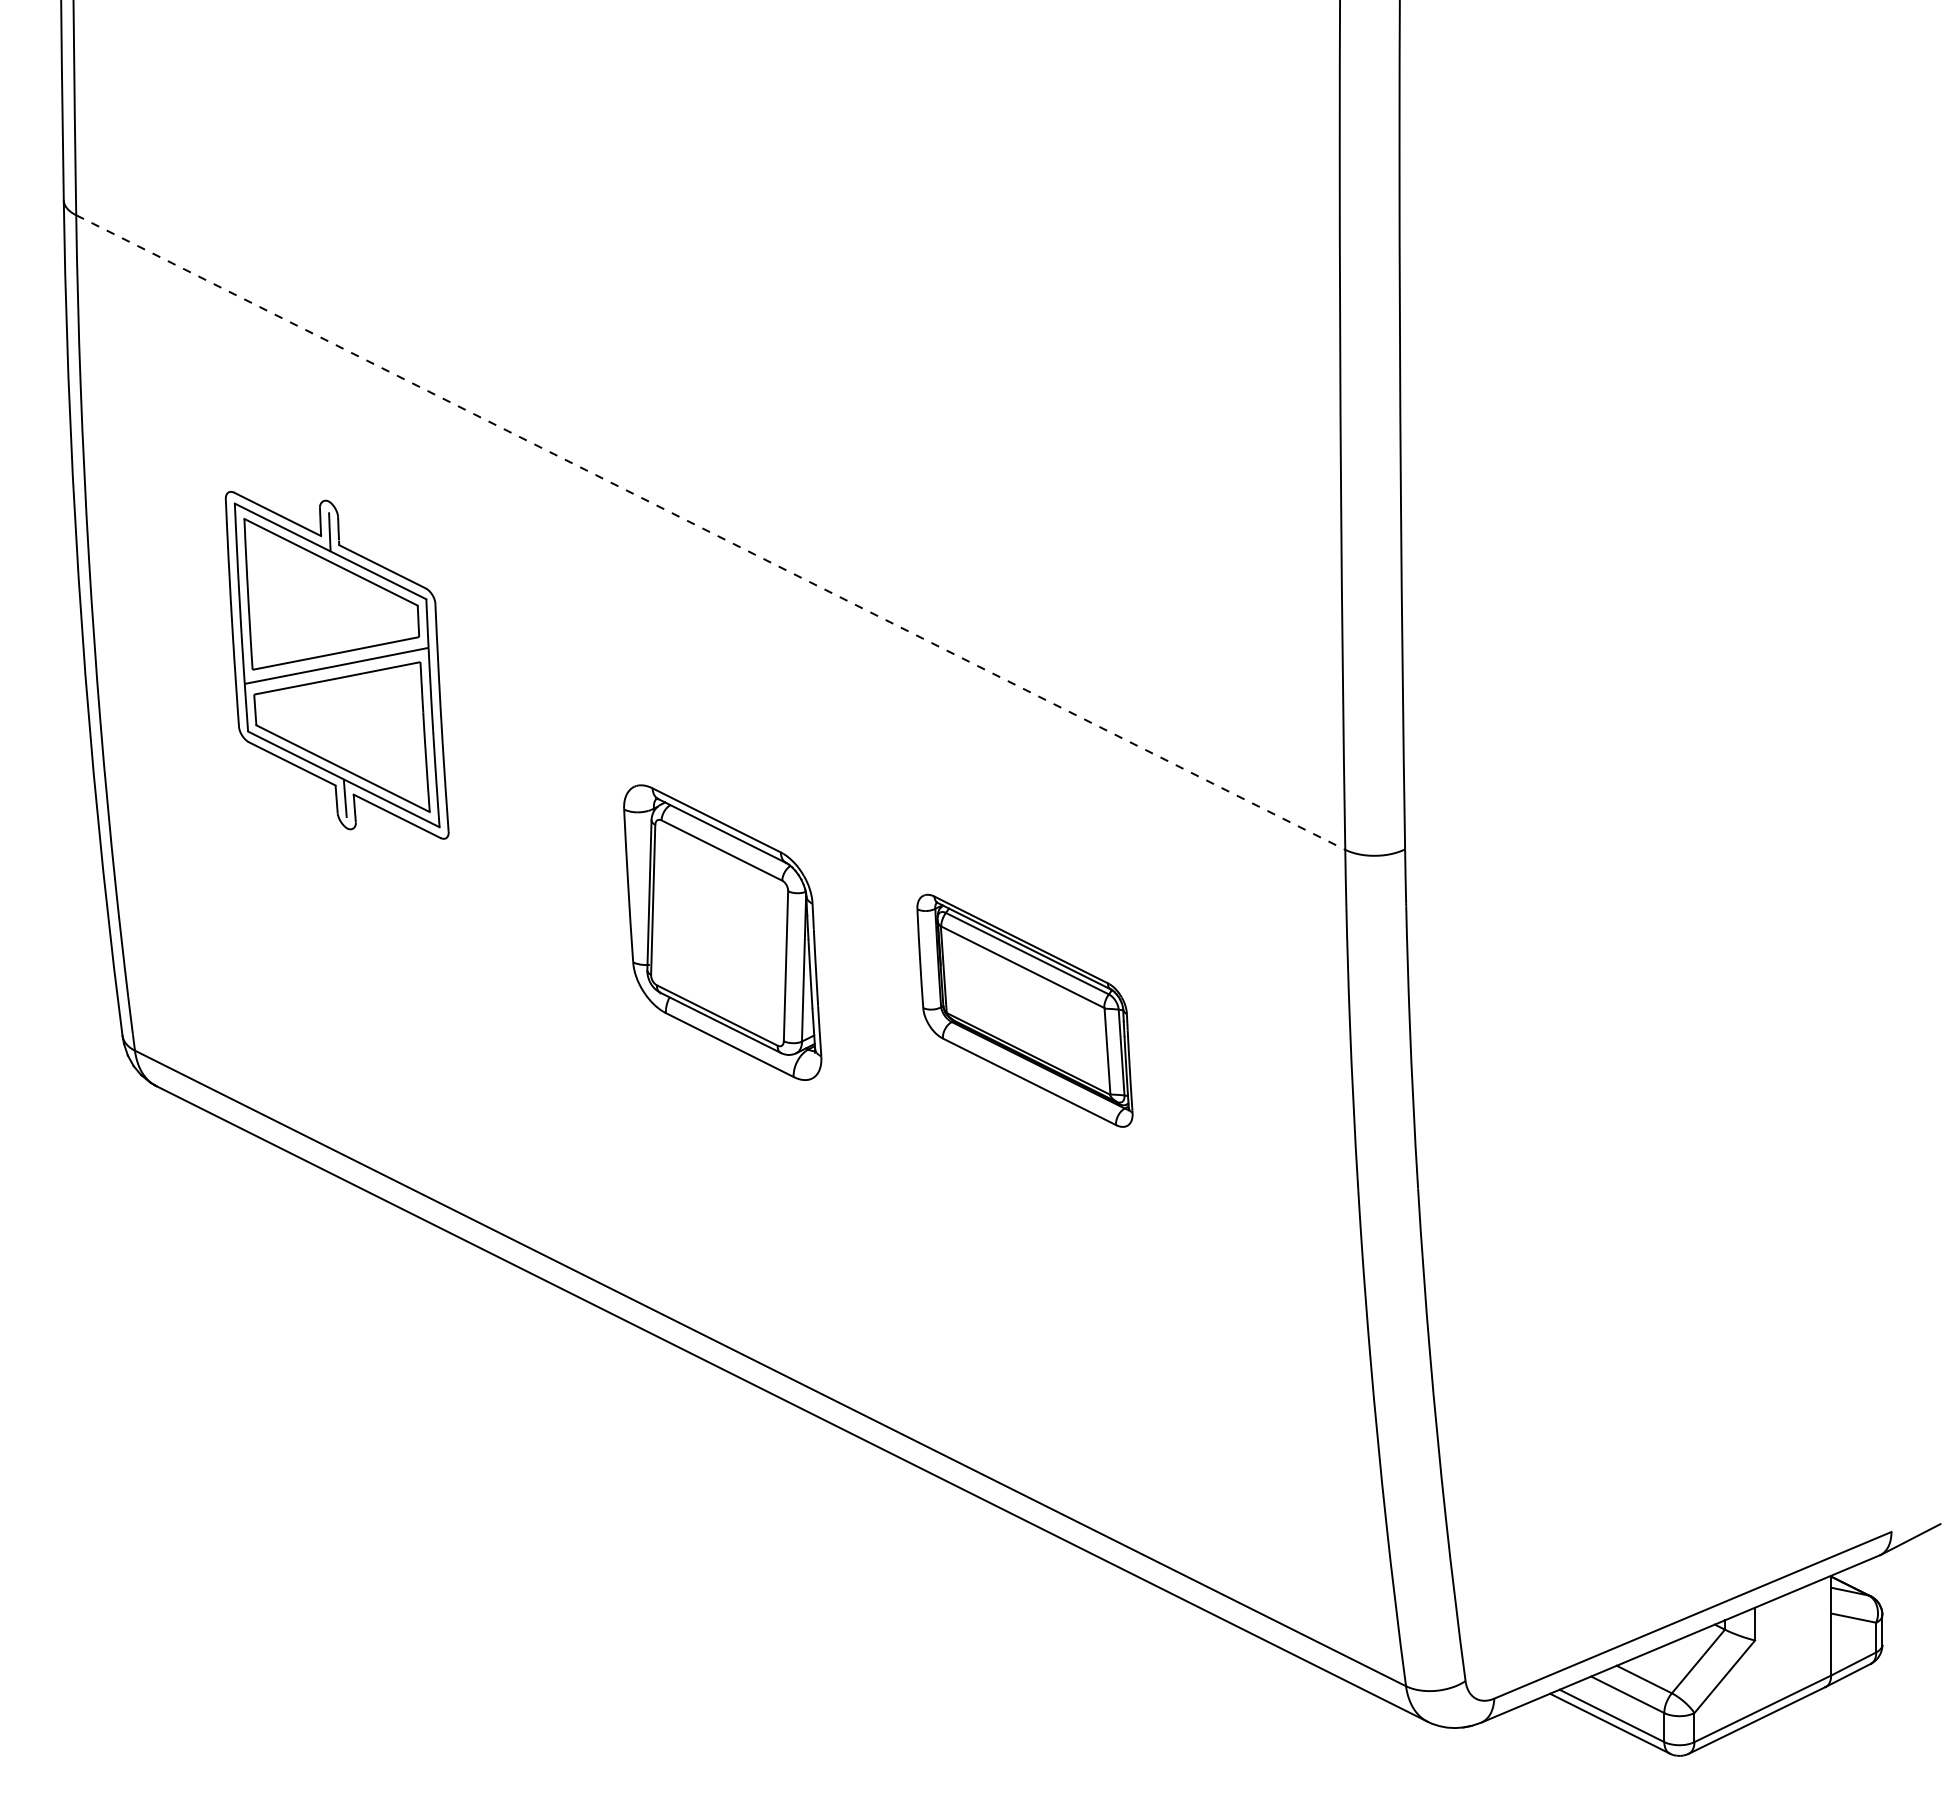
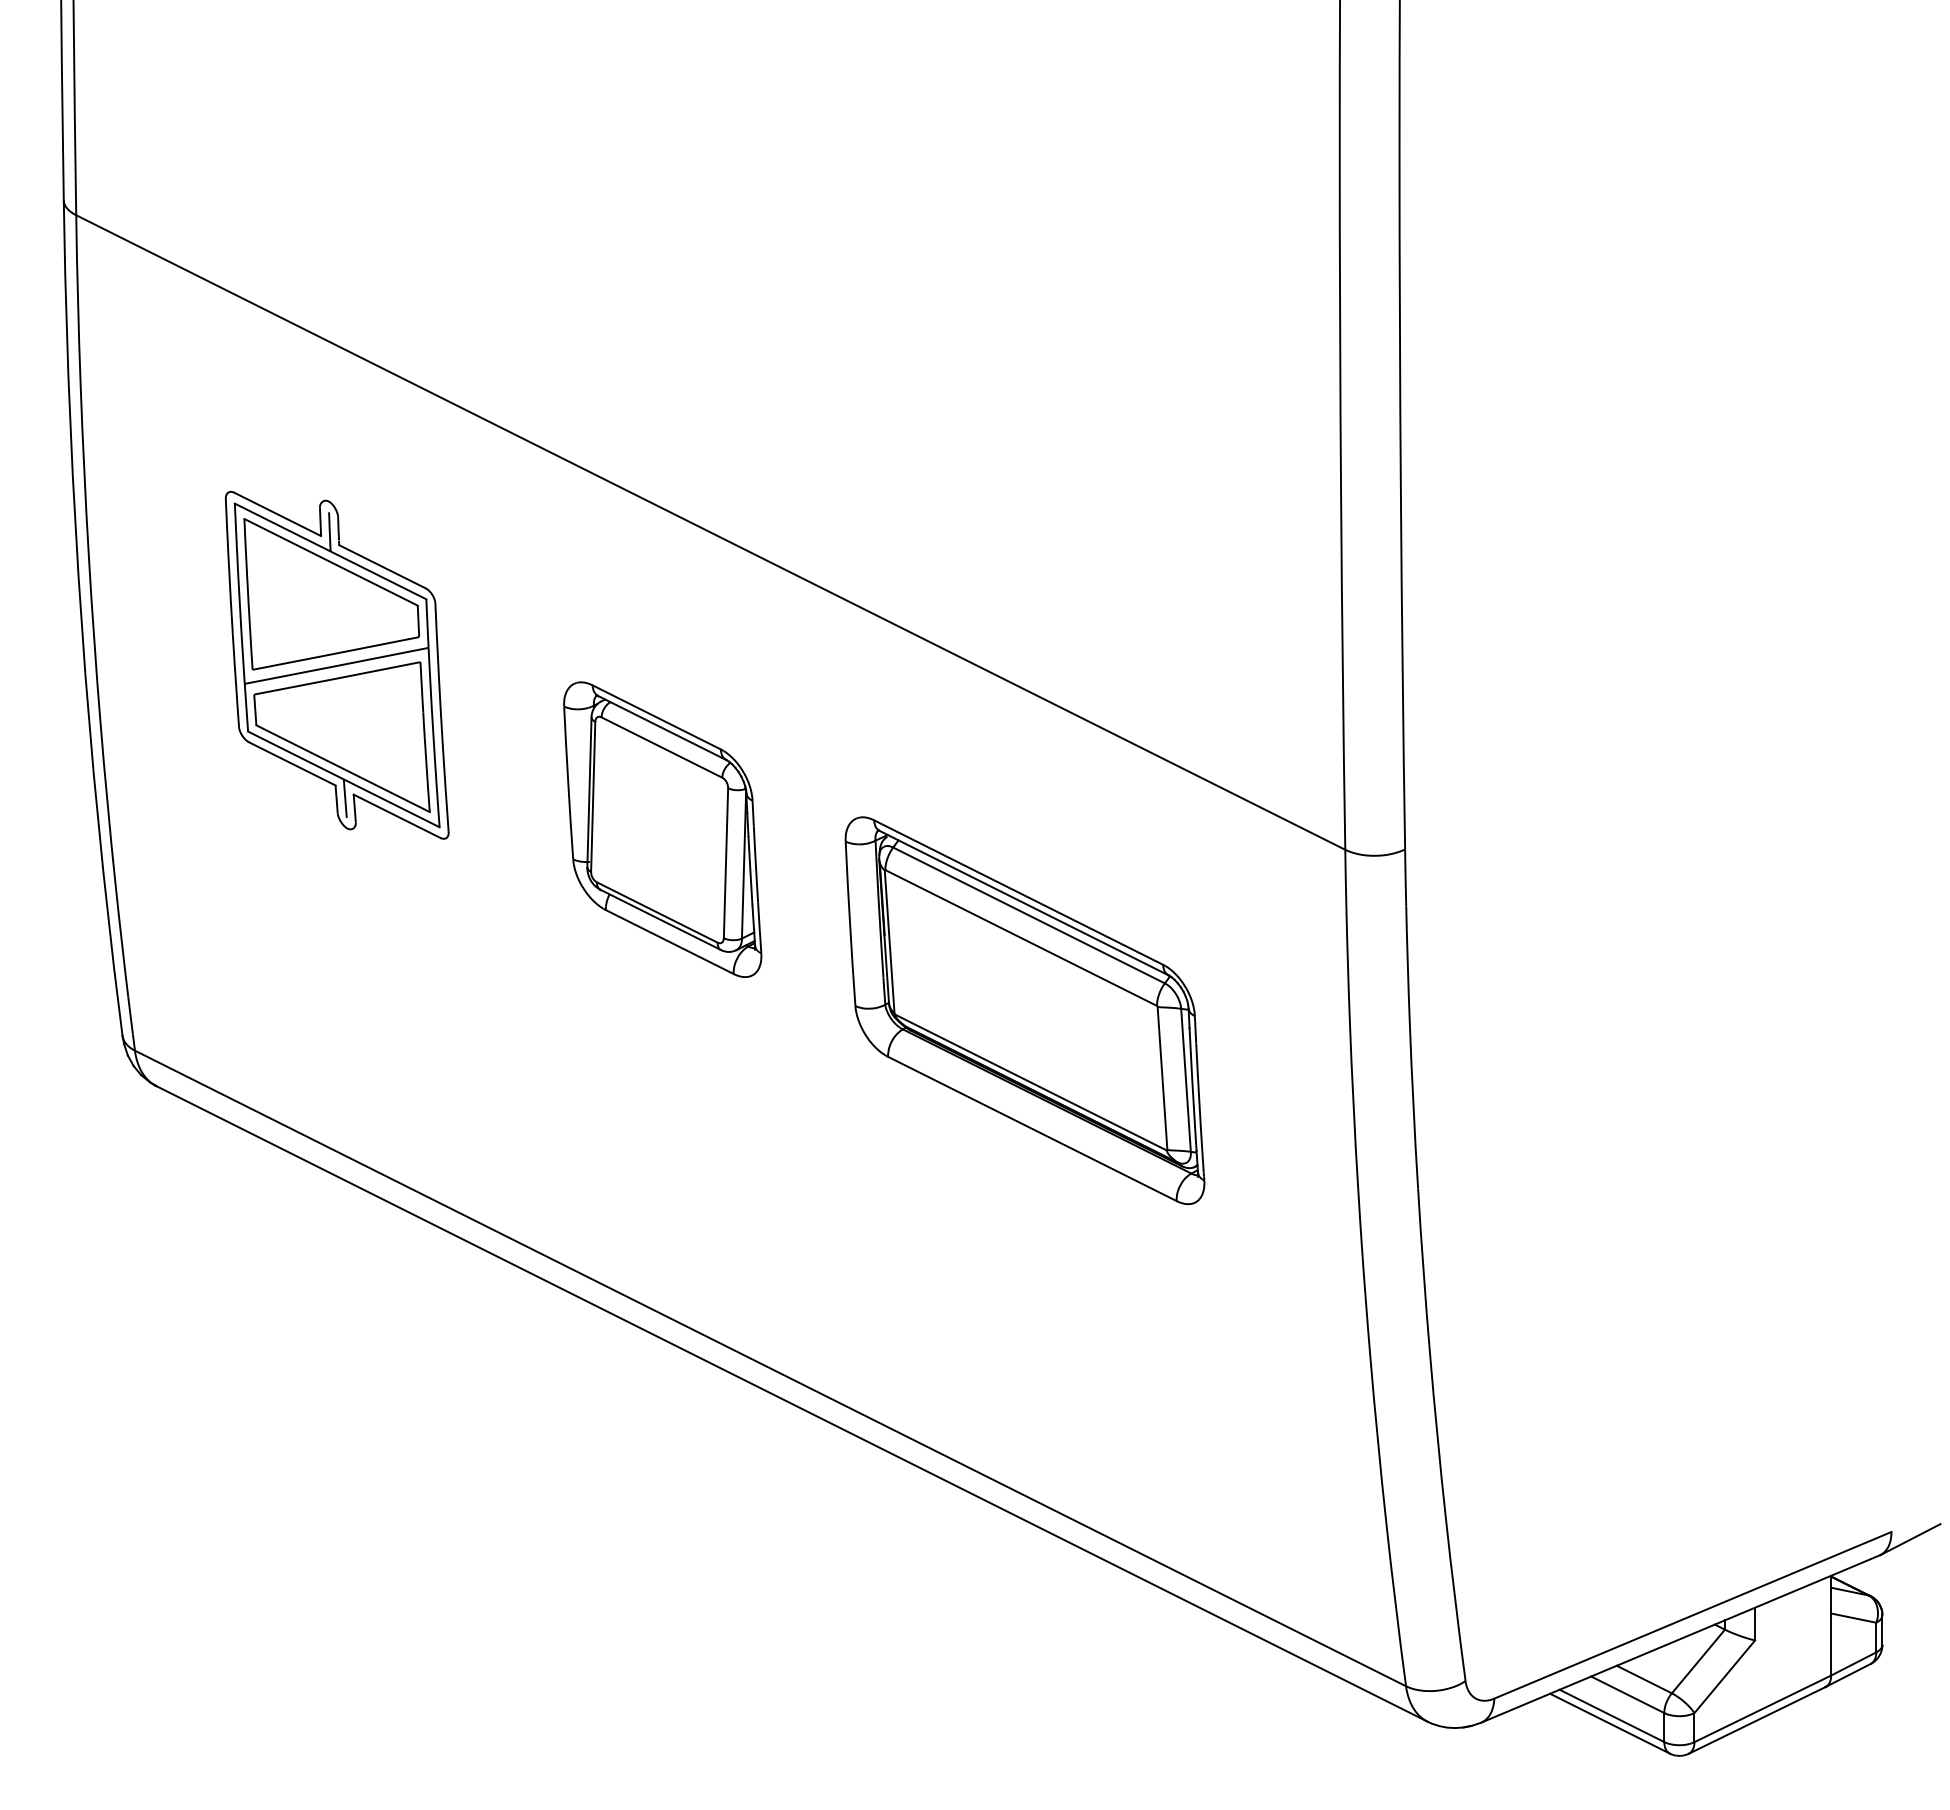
line at (711, 532): dashed -> solid
part at (722, 932) position: (722, 932) -> (662, 829)
part at (1024, 1010) size: 218x235 px -> 362x390 px
